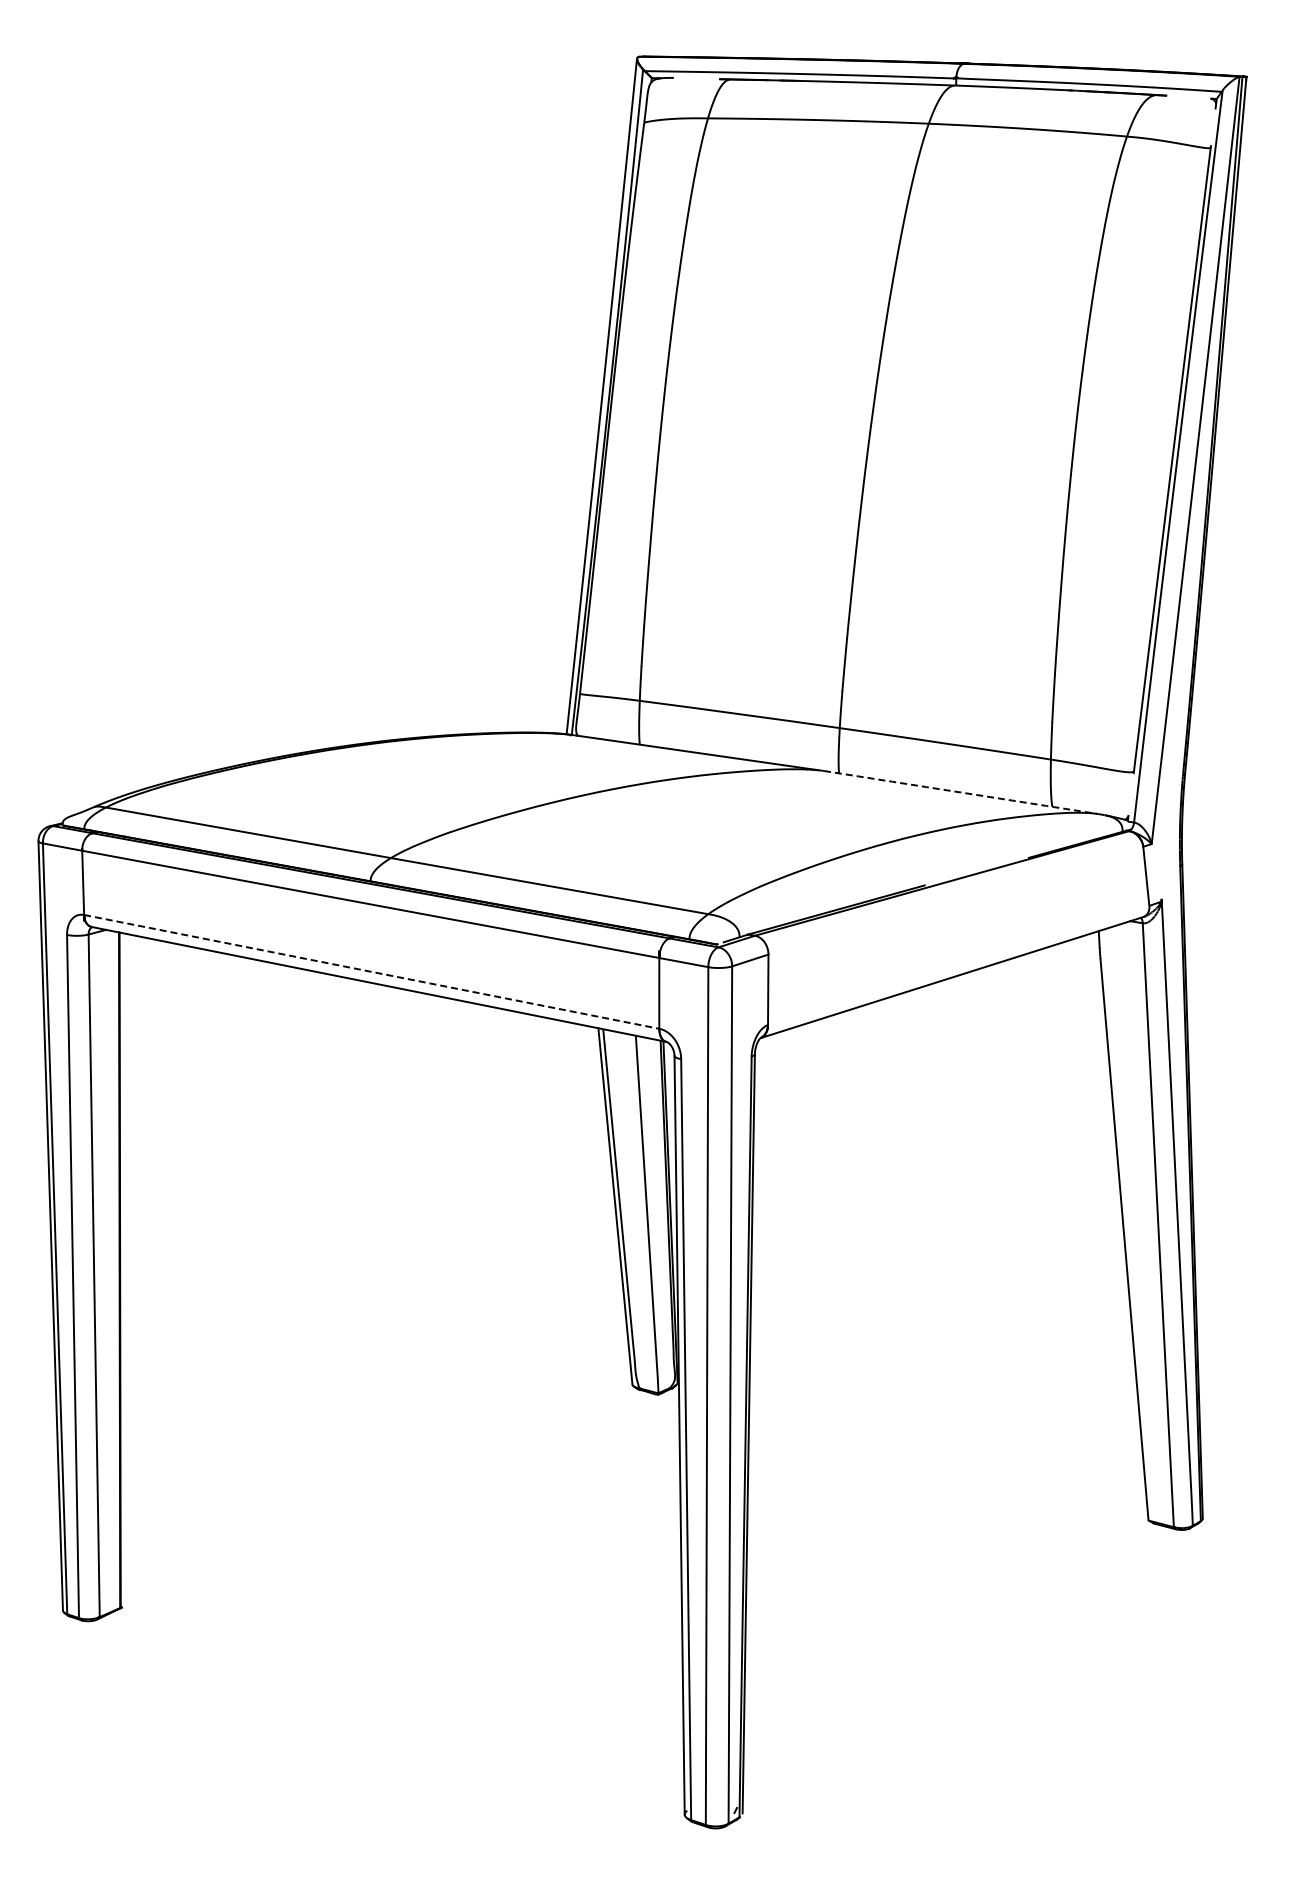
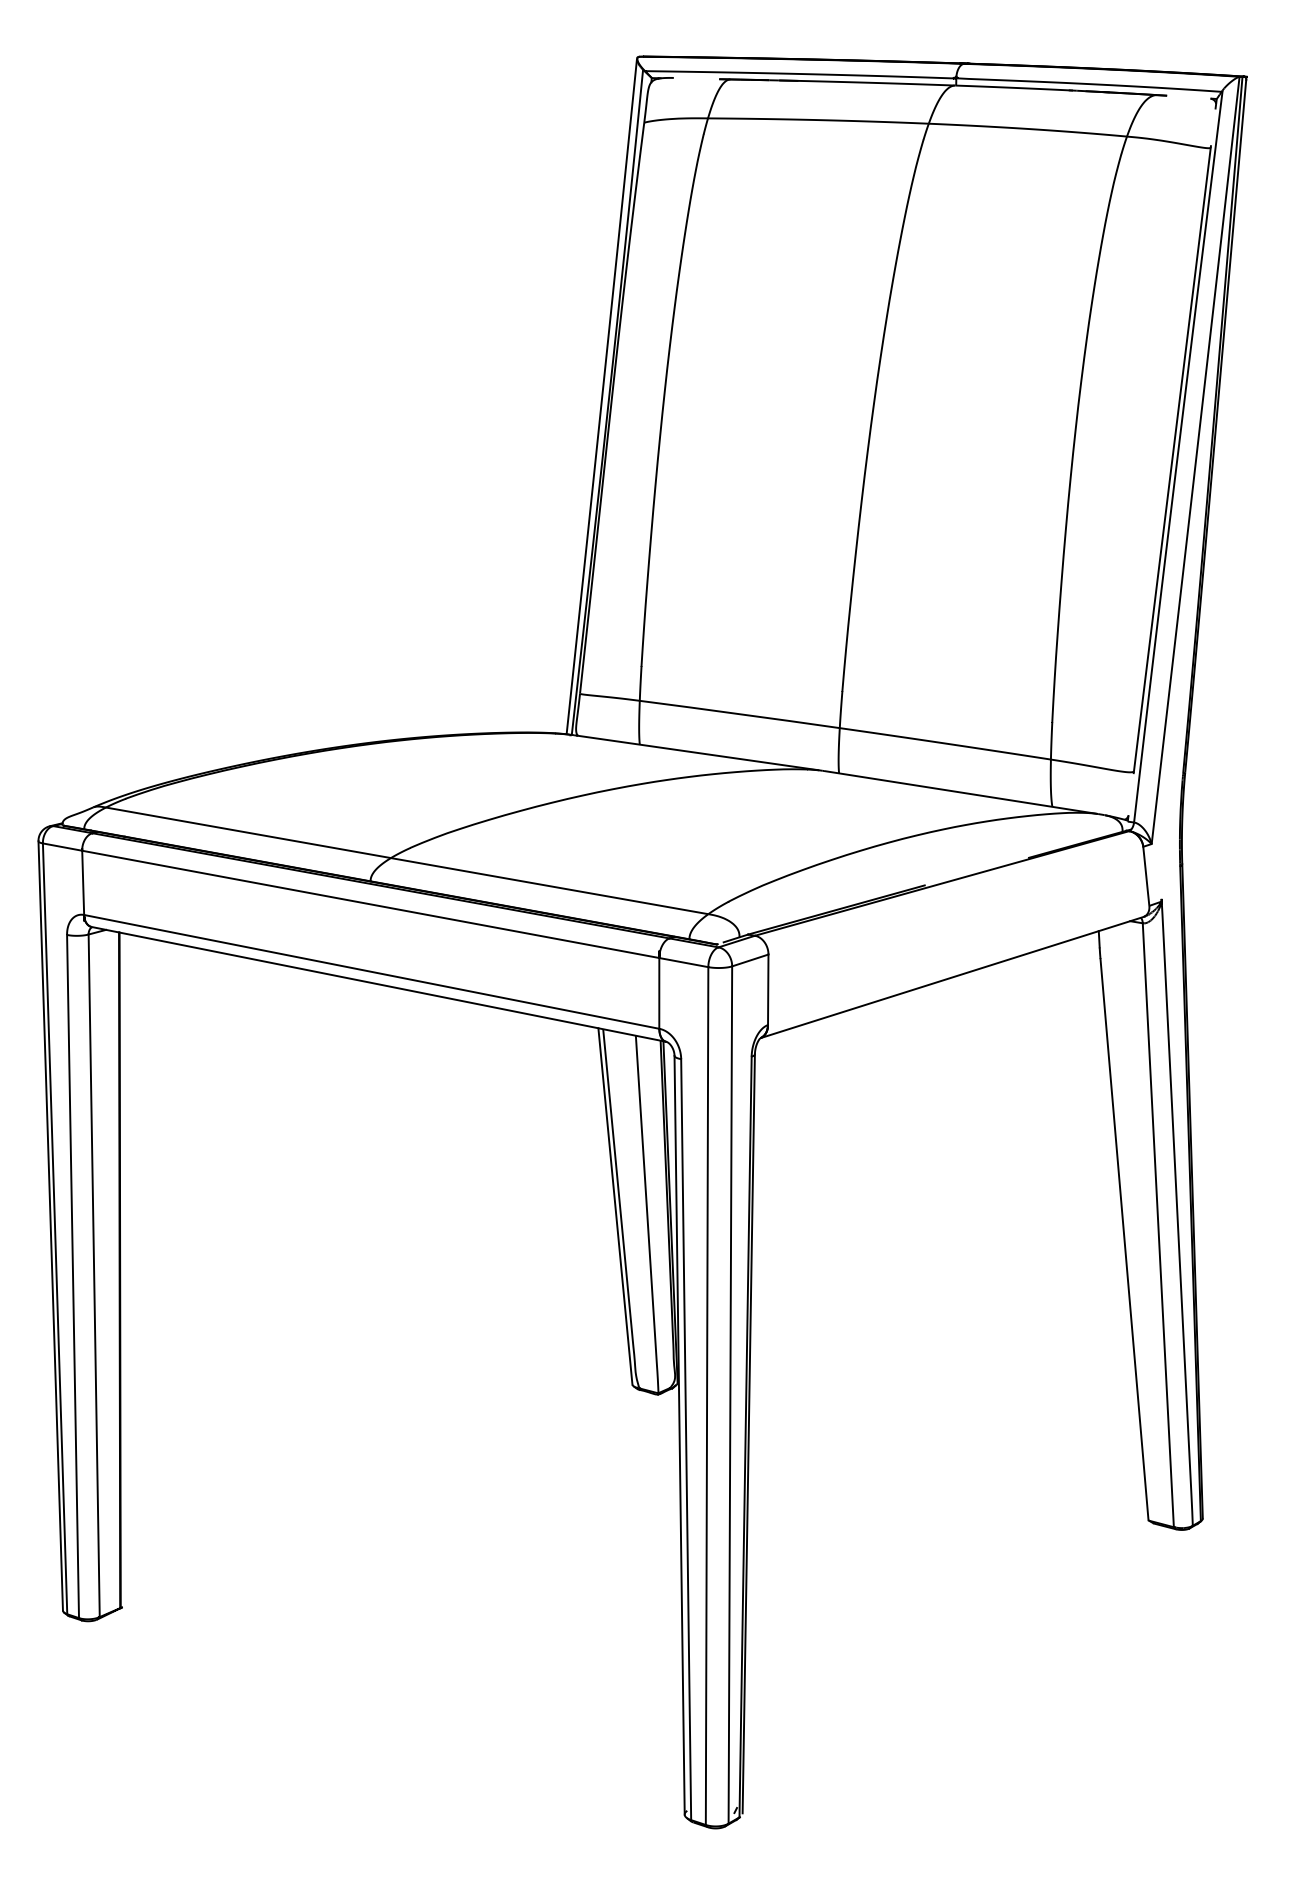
arc at (960, 792): dashed -> solid
line at (372, 971): dashed -> solid
